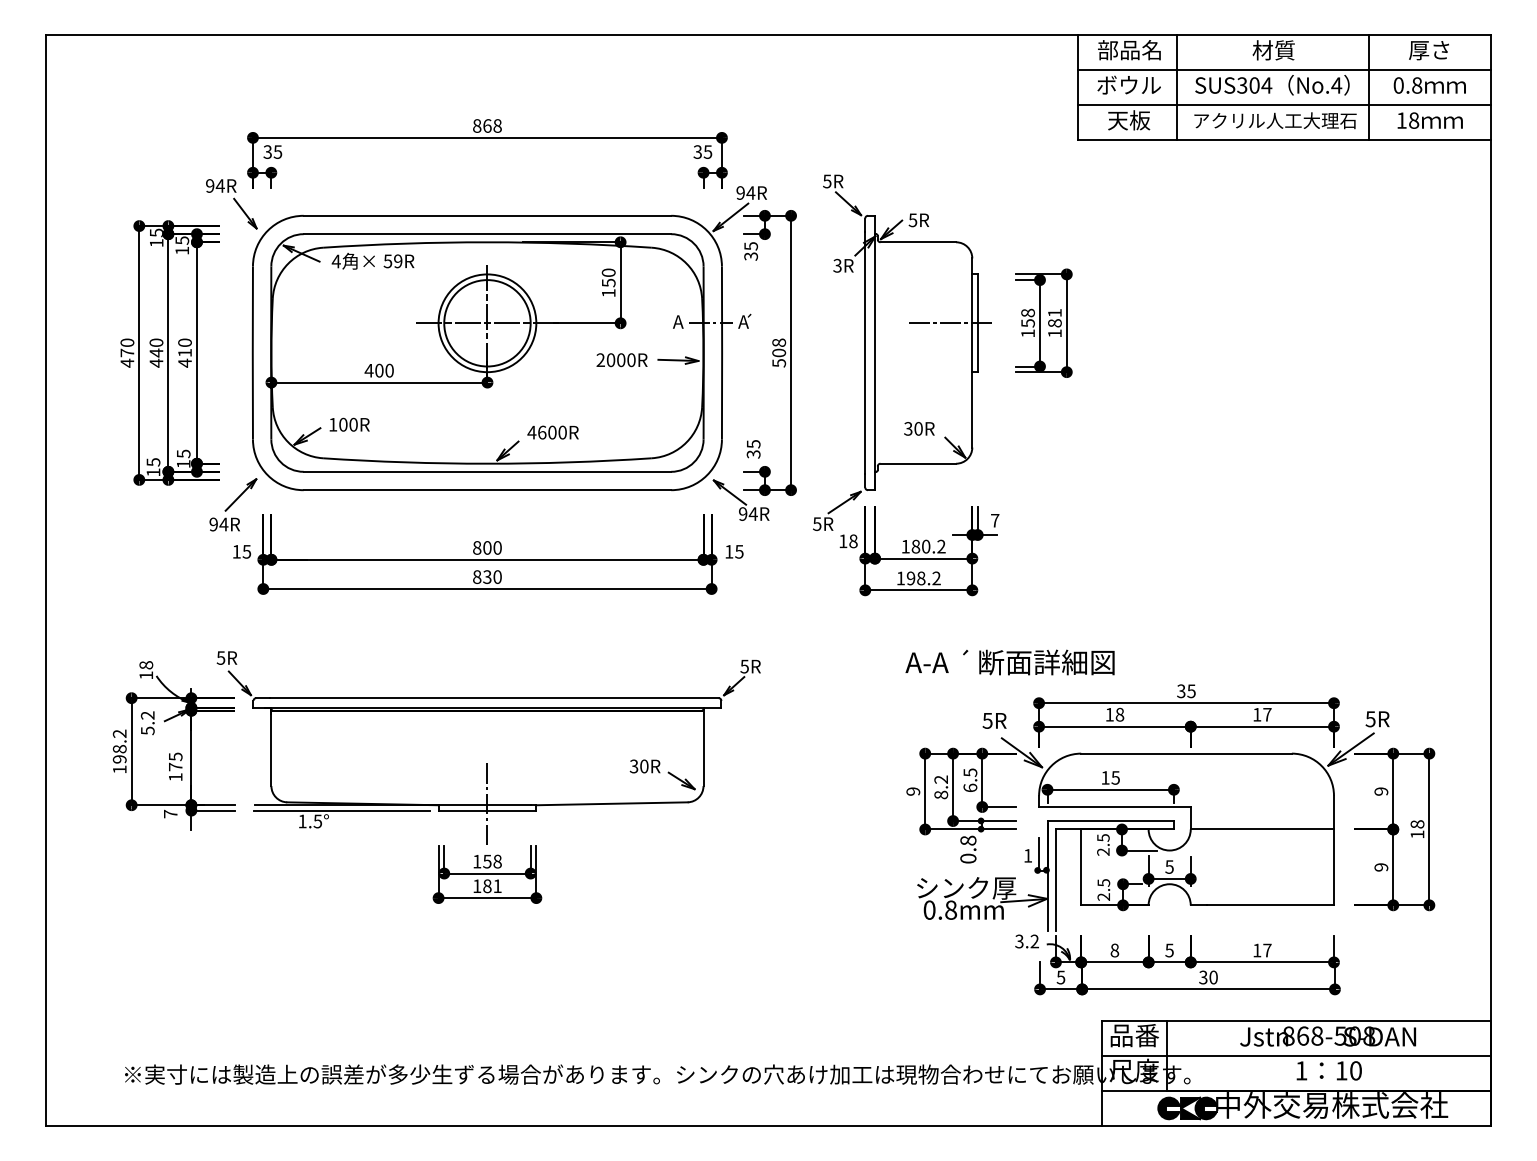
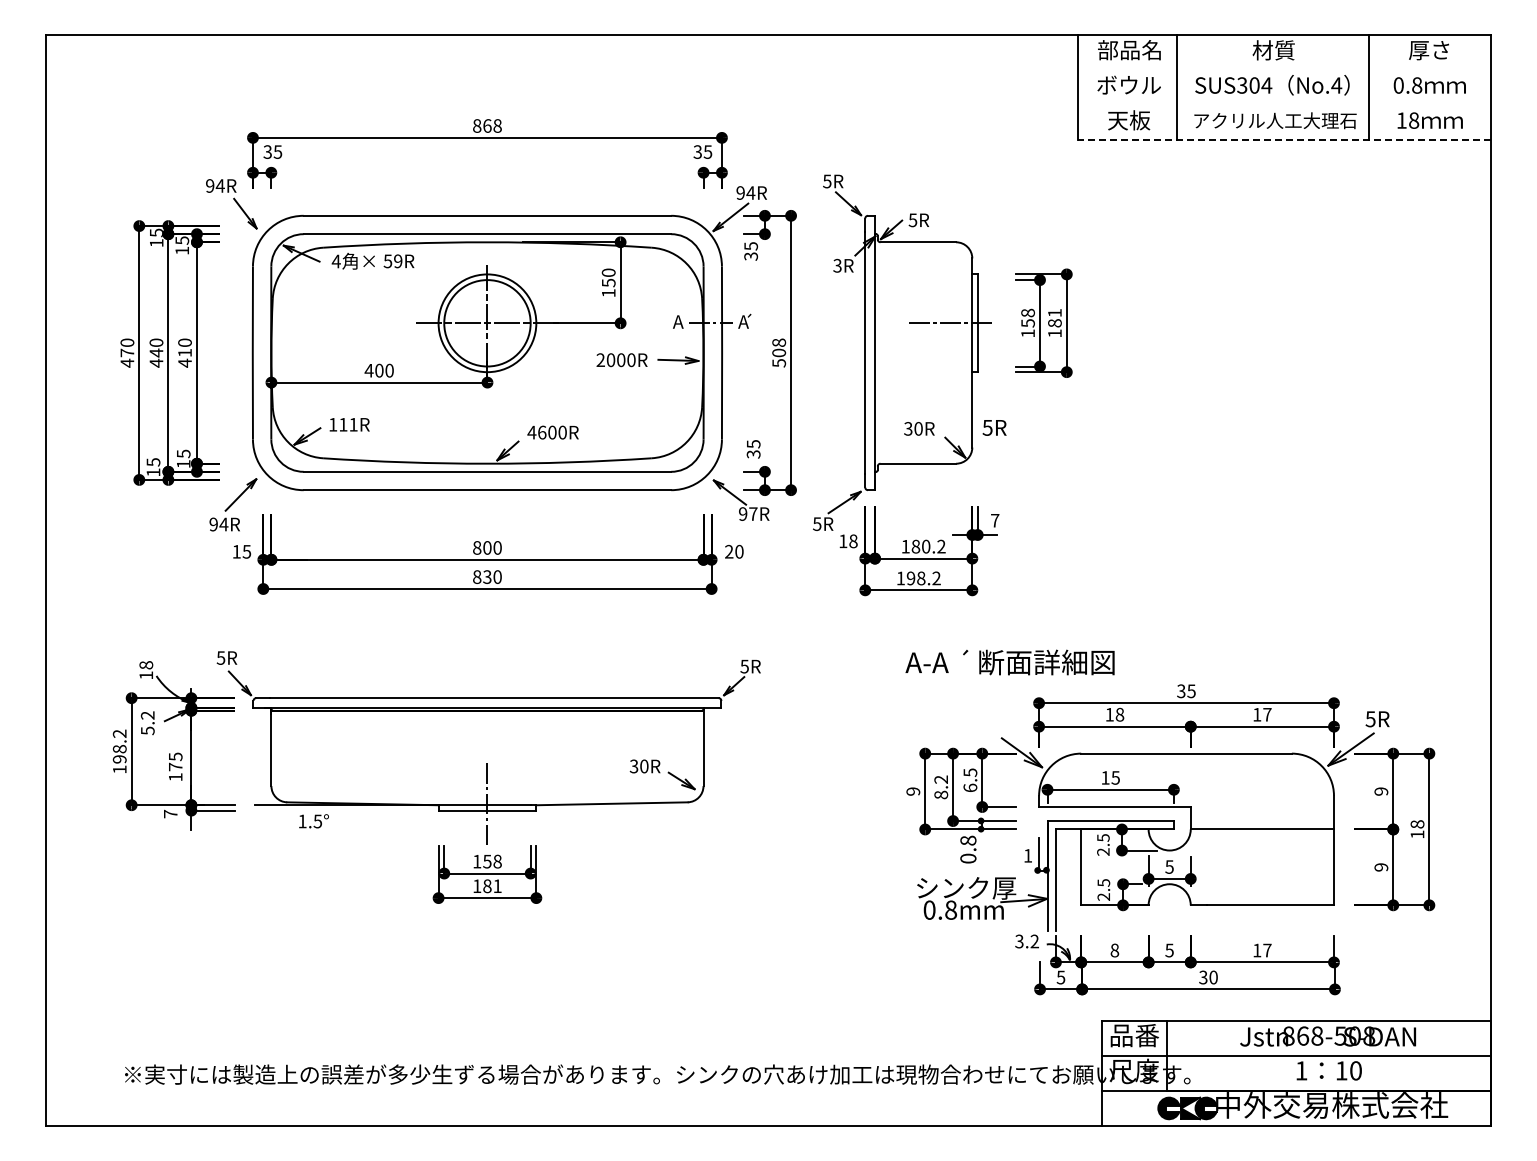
line at (1283, 70): present -> none
line at (1283, 105): present -> none
line at (1283, 140): solid -> dashed
text at (348, 424): 100R -> 111R
text at (752, 513): 94R -> 97R
text at (734, 551): 15 -> 20
text at (994, 720) position: (994, 720) -> (994, 427)
line at (342, 810): present -> none
